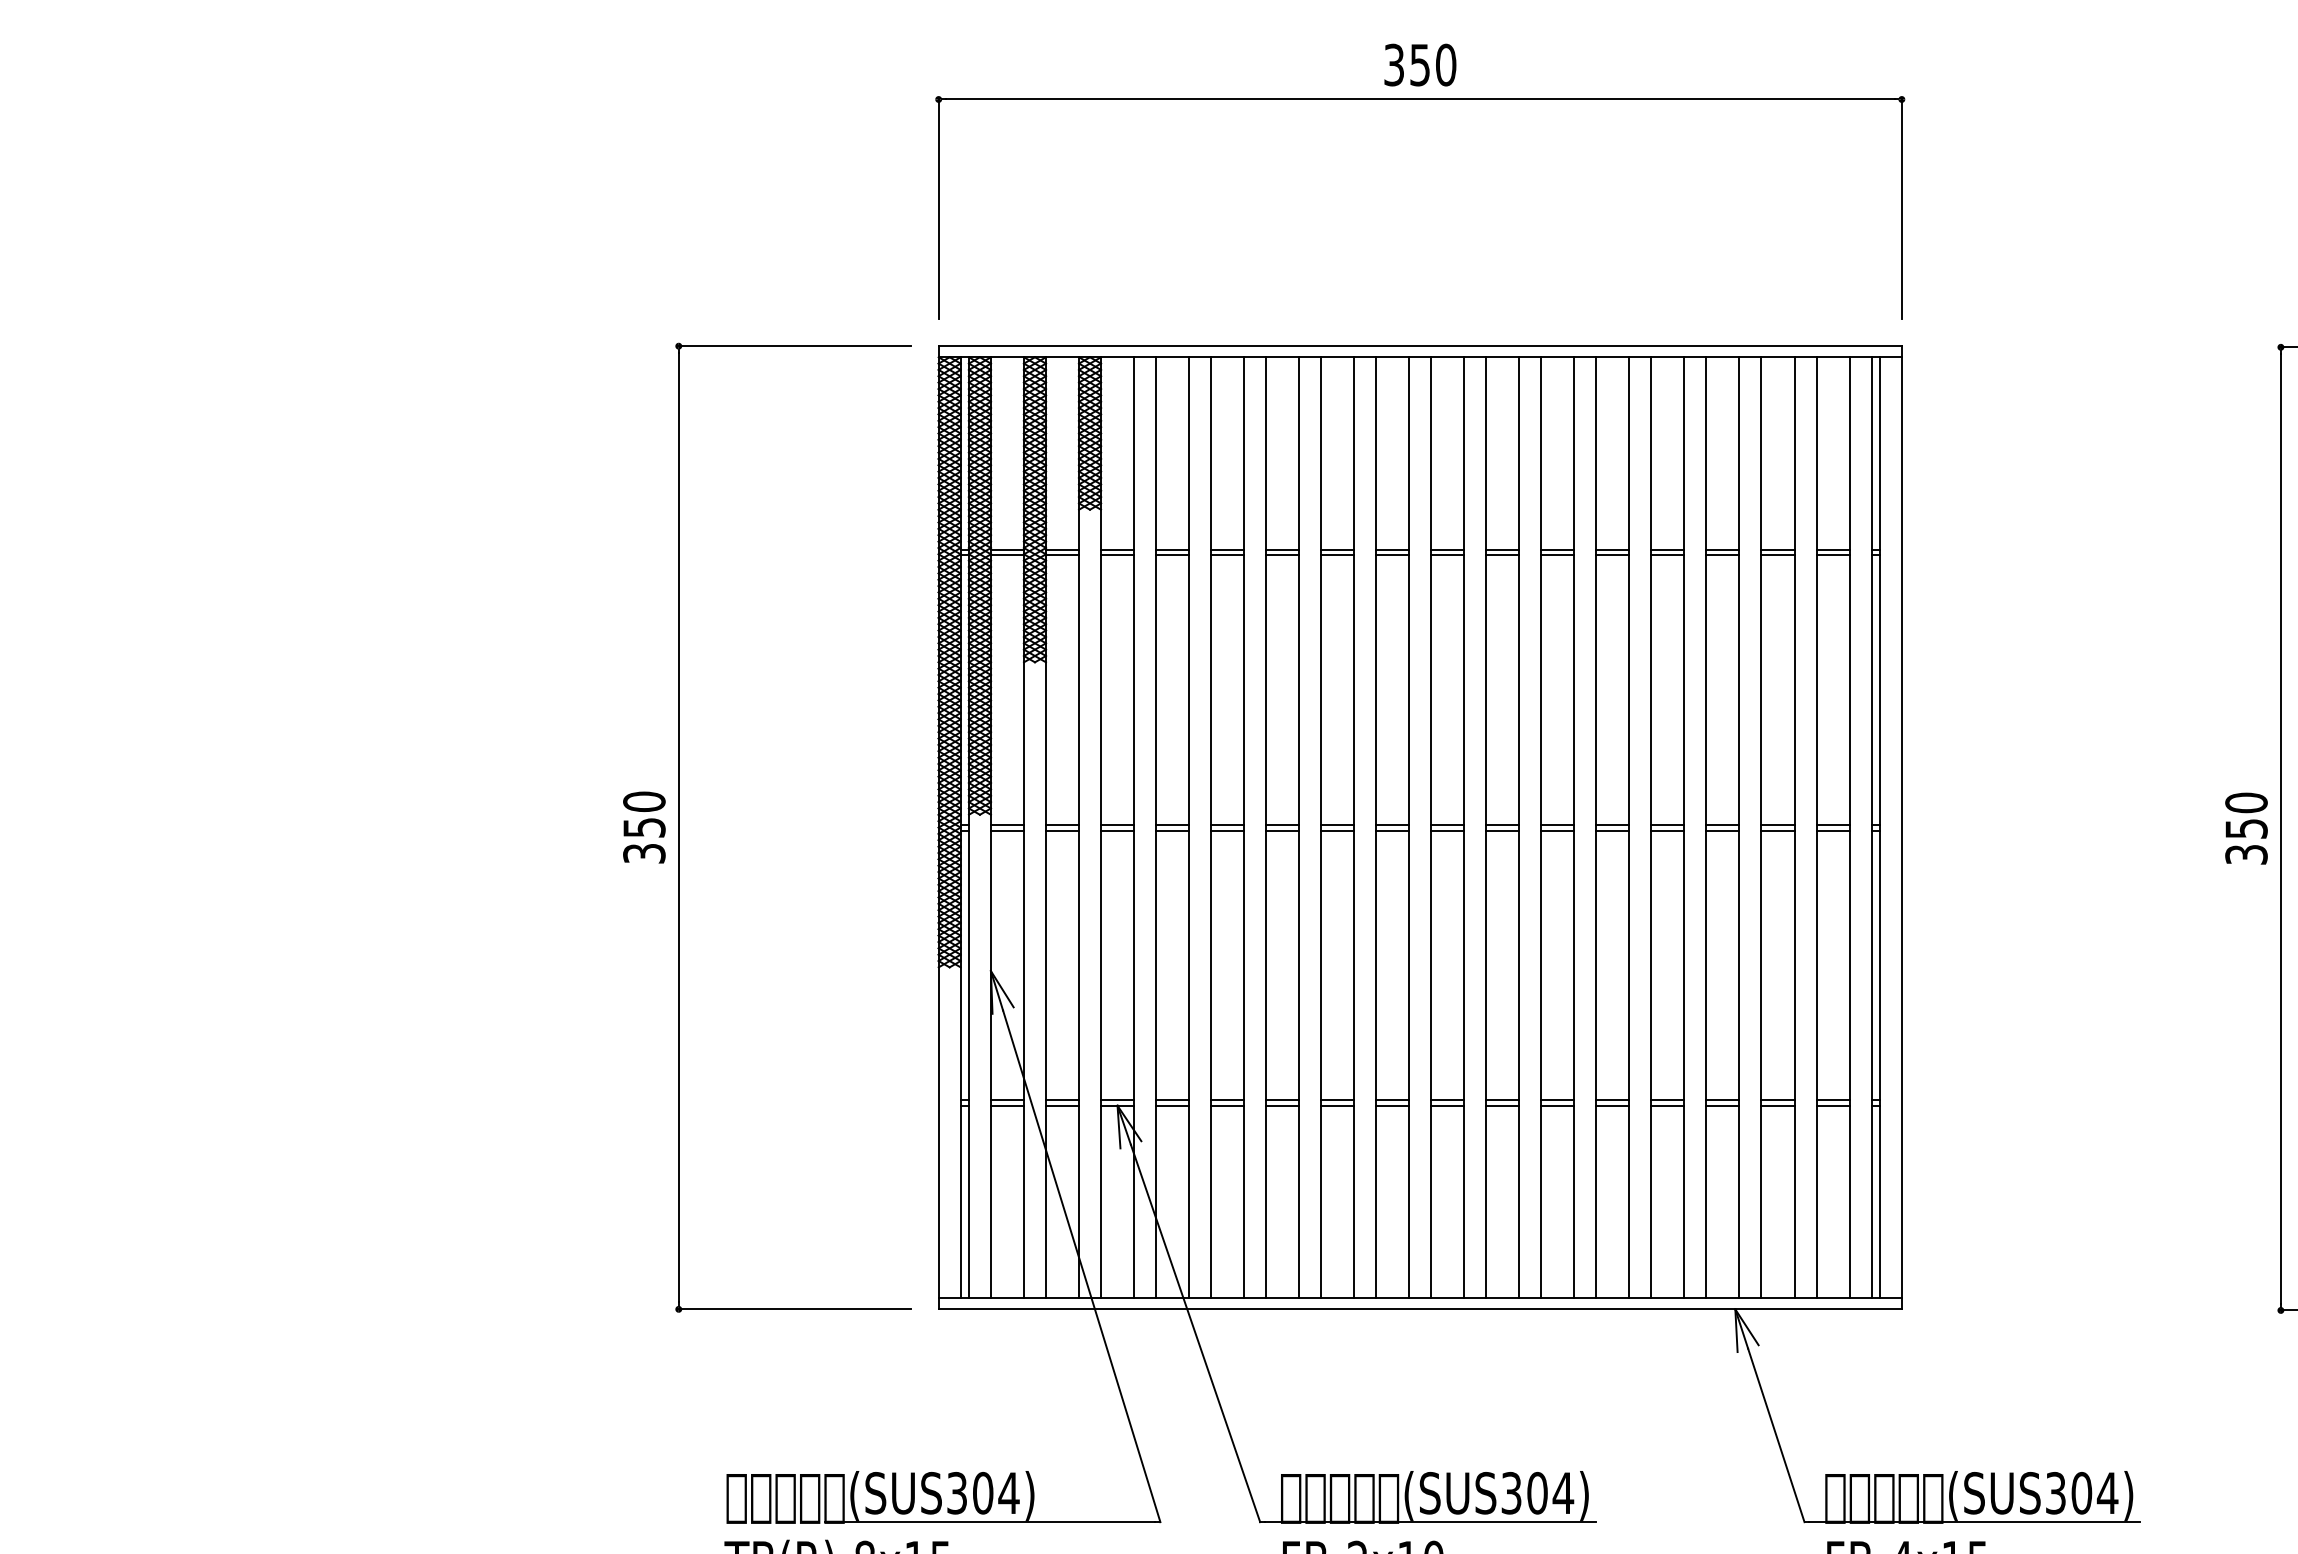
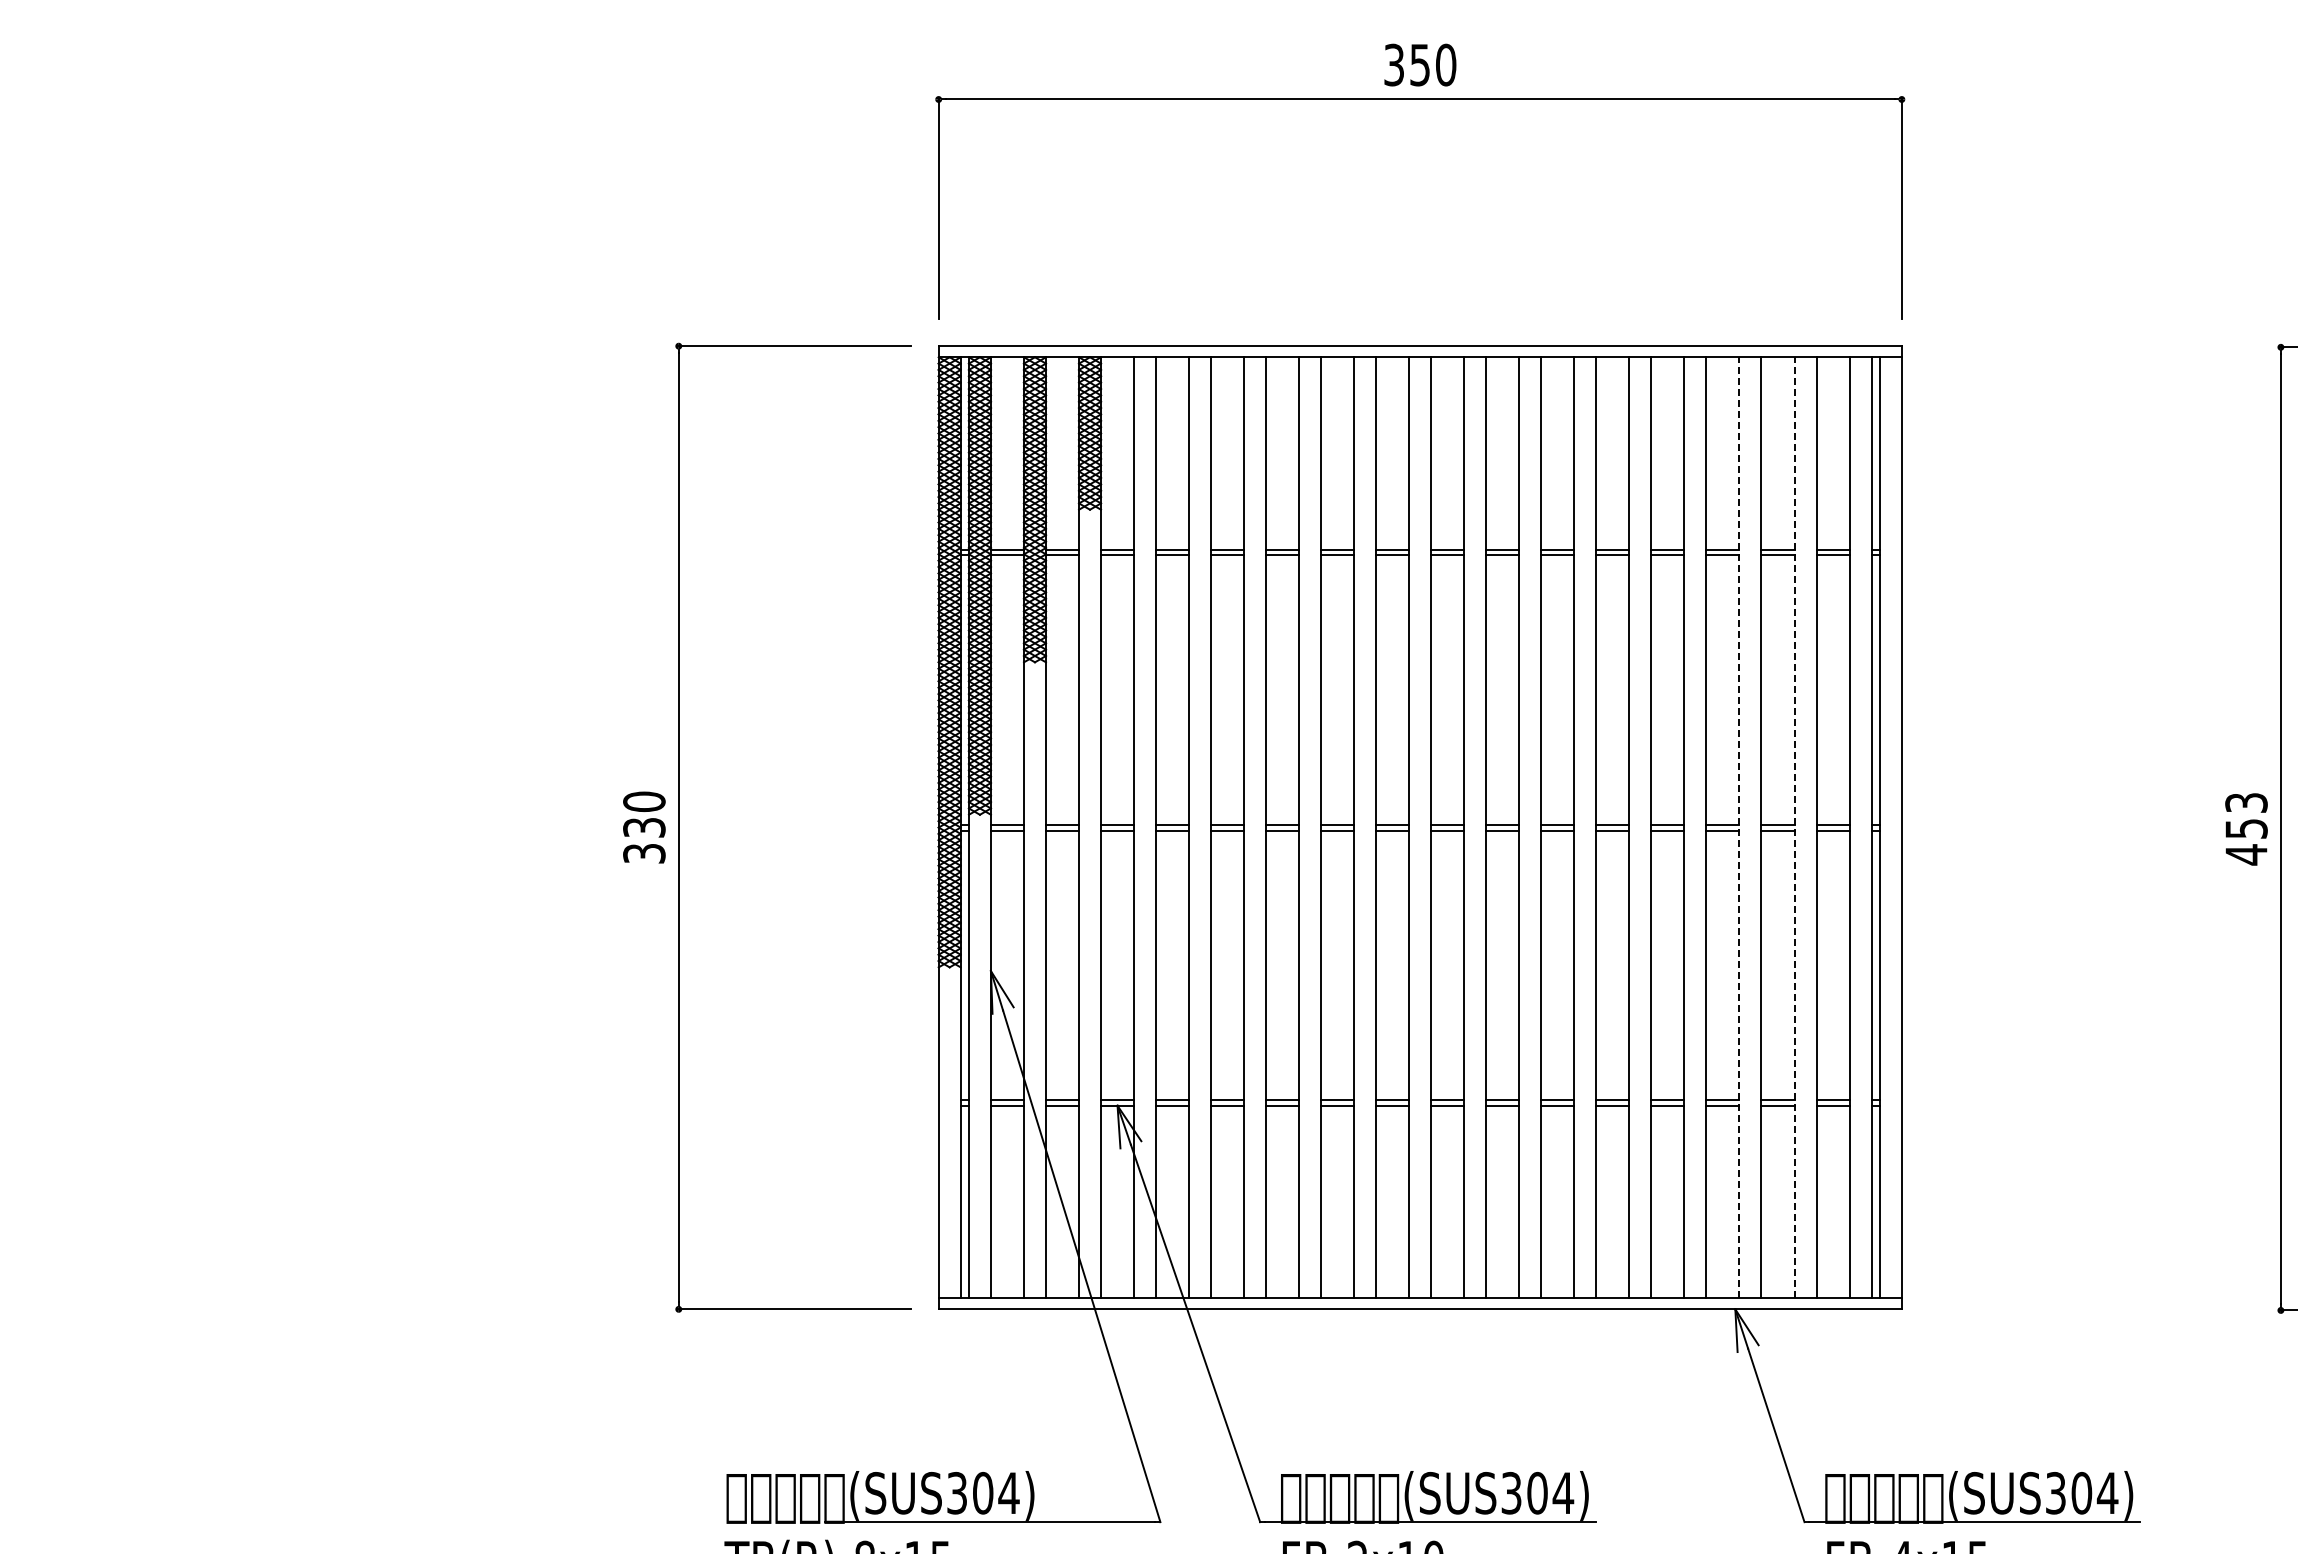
text at (643, 827): 350 -> 330
line at (1739, 827): solid -> dashed
line at (1794, 827): solid -> dashed
text at (2246, 828): 350 -> 453
